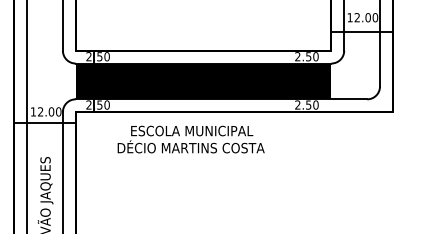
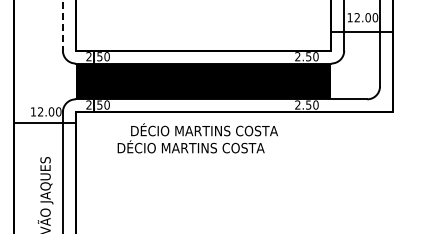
line at (62, 25): solid -> dashed
line at (27, 116): present -> none
text at (204, 129): ESCOLA MUNICIPAL -> DÉCIO MARTINS COSTA
